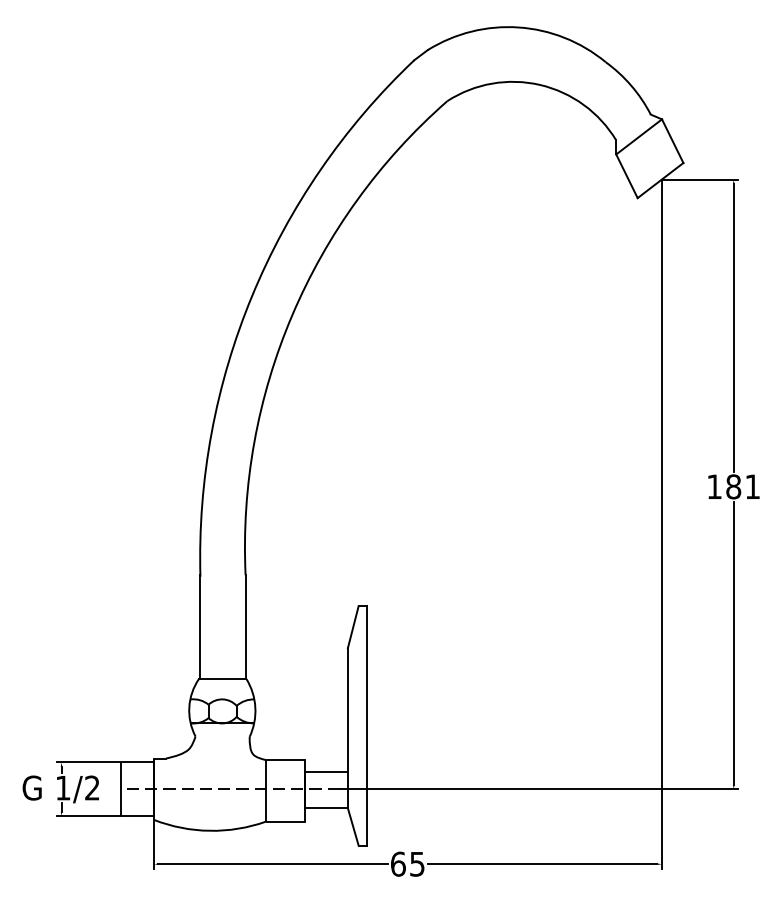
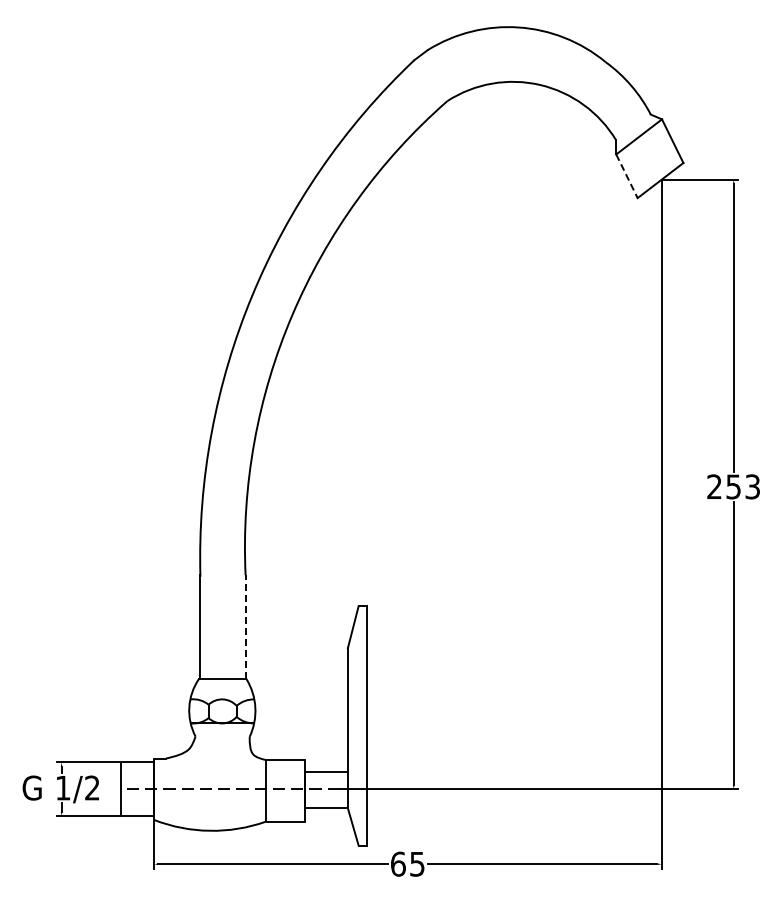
line at (627, 176): solid -> dashed
text at (733, 486): 181 -> 253
line at (245, 627): solid -> dashed
